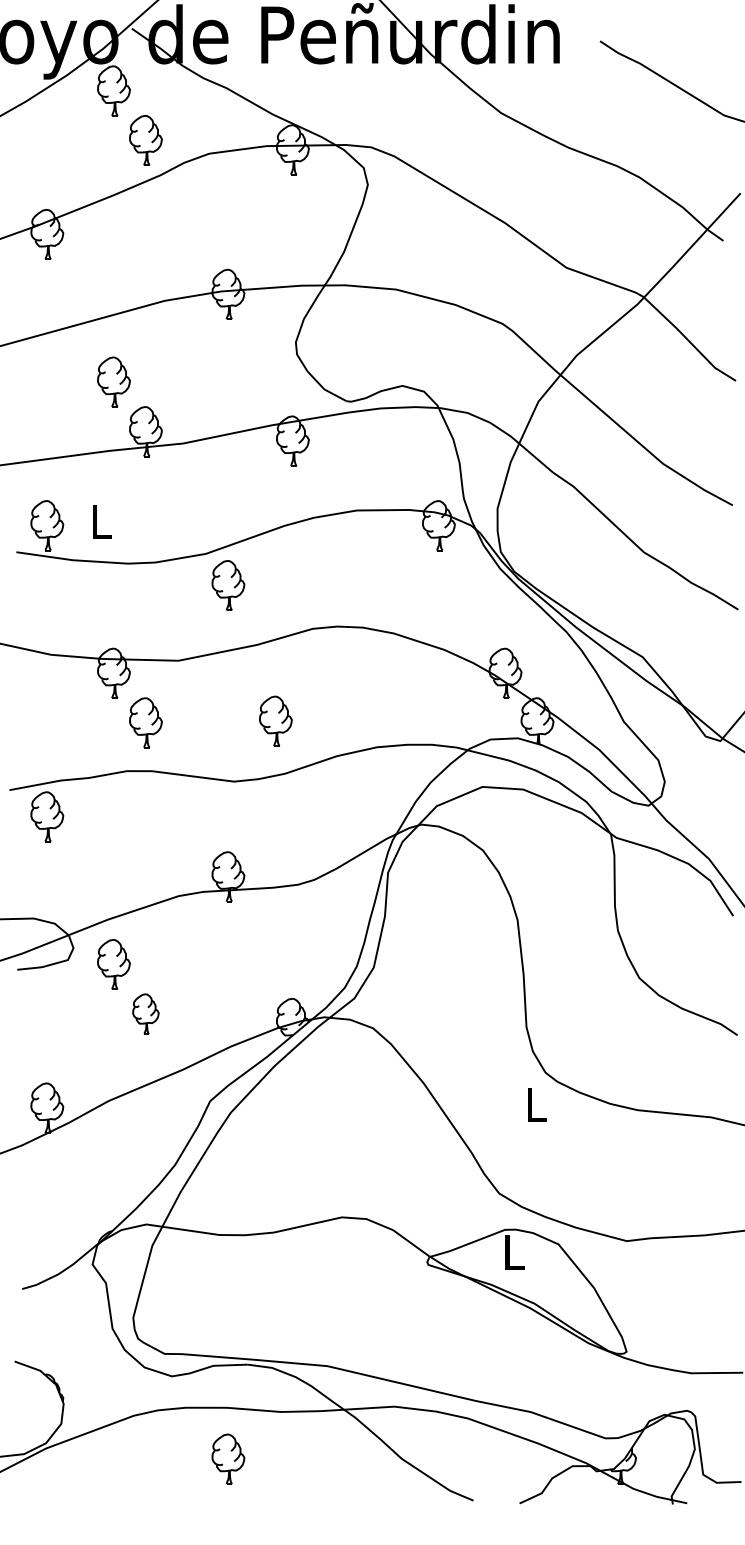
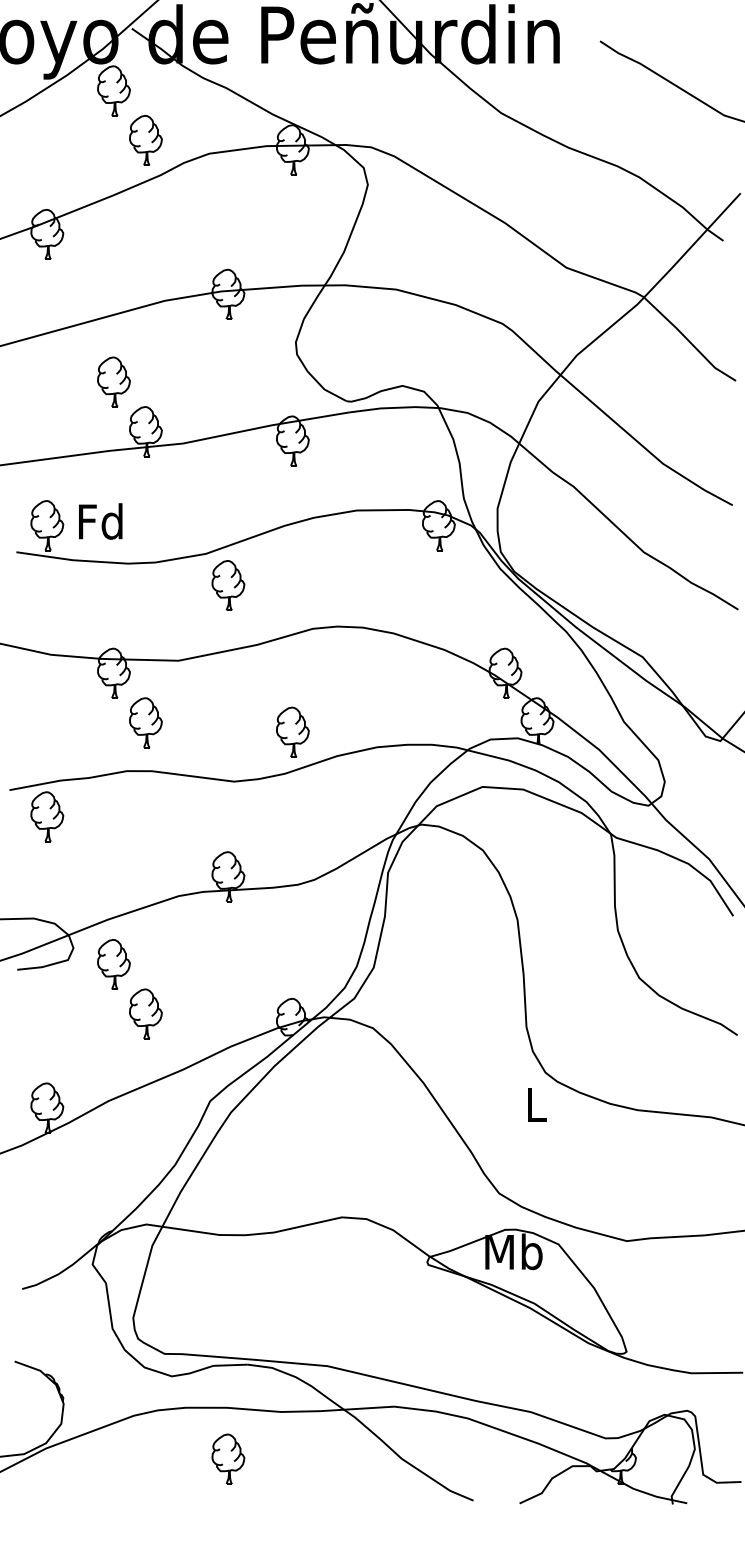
text at (100, 521): L -> Fd
part at (275, 720) position: (275, 720) -> (292, 731)
part at (145, 1013) size: 28x42 px -> 34x52 px
text at (513, 1251): L -> Mb
